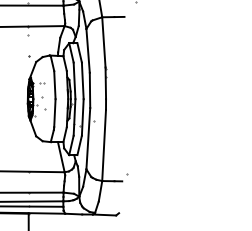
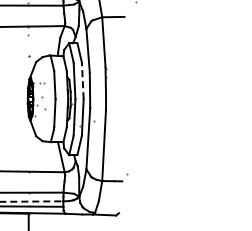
line at (82, 80): solid -> dashed
line at (32, 201): solid -> dashed
